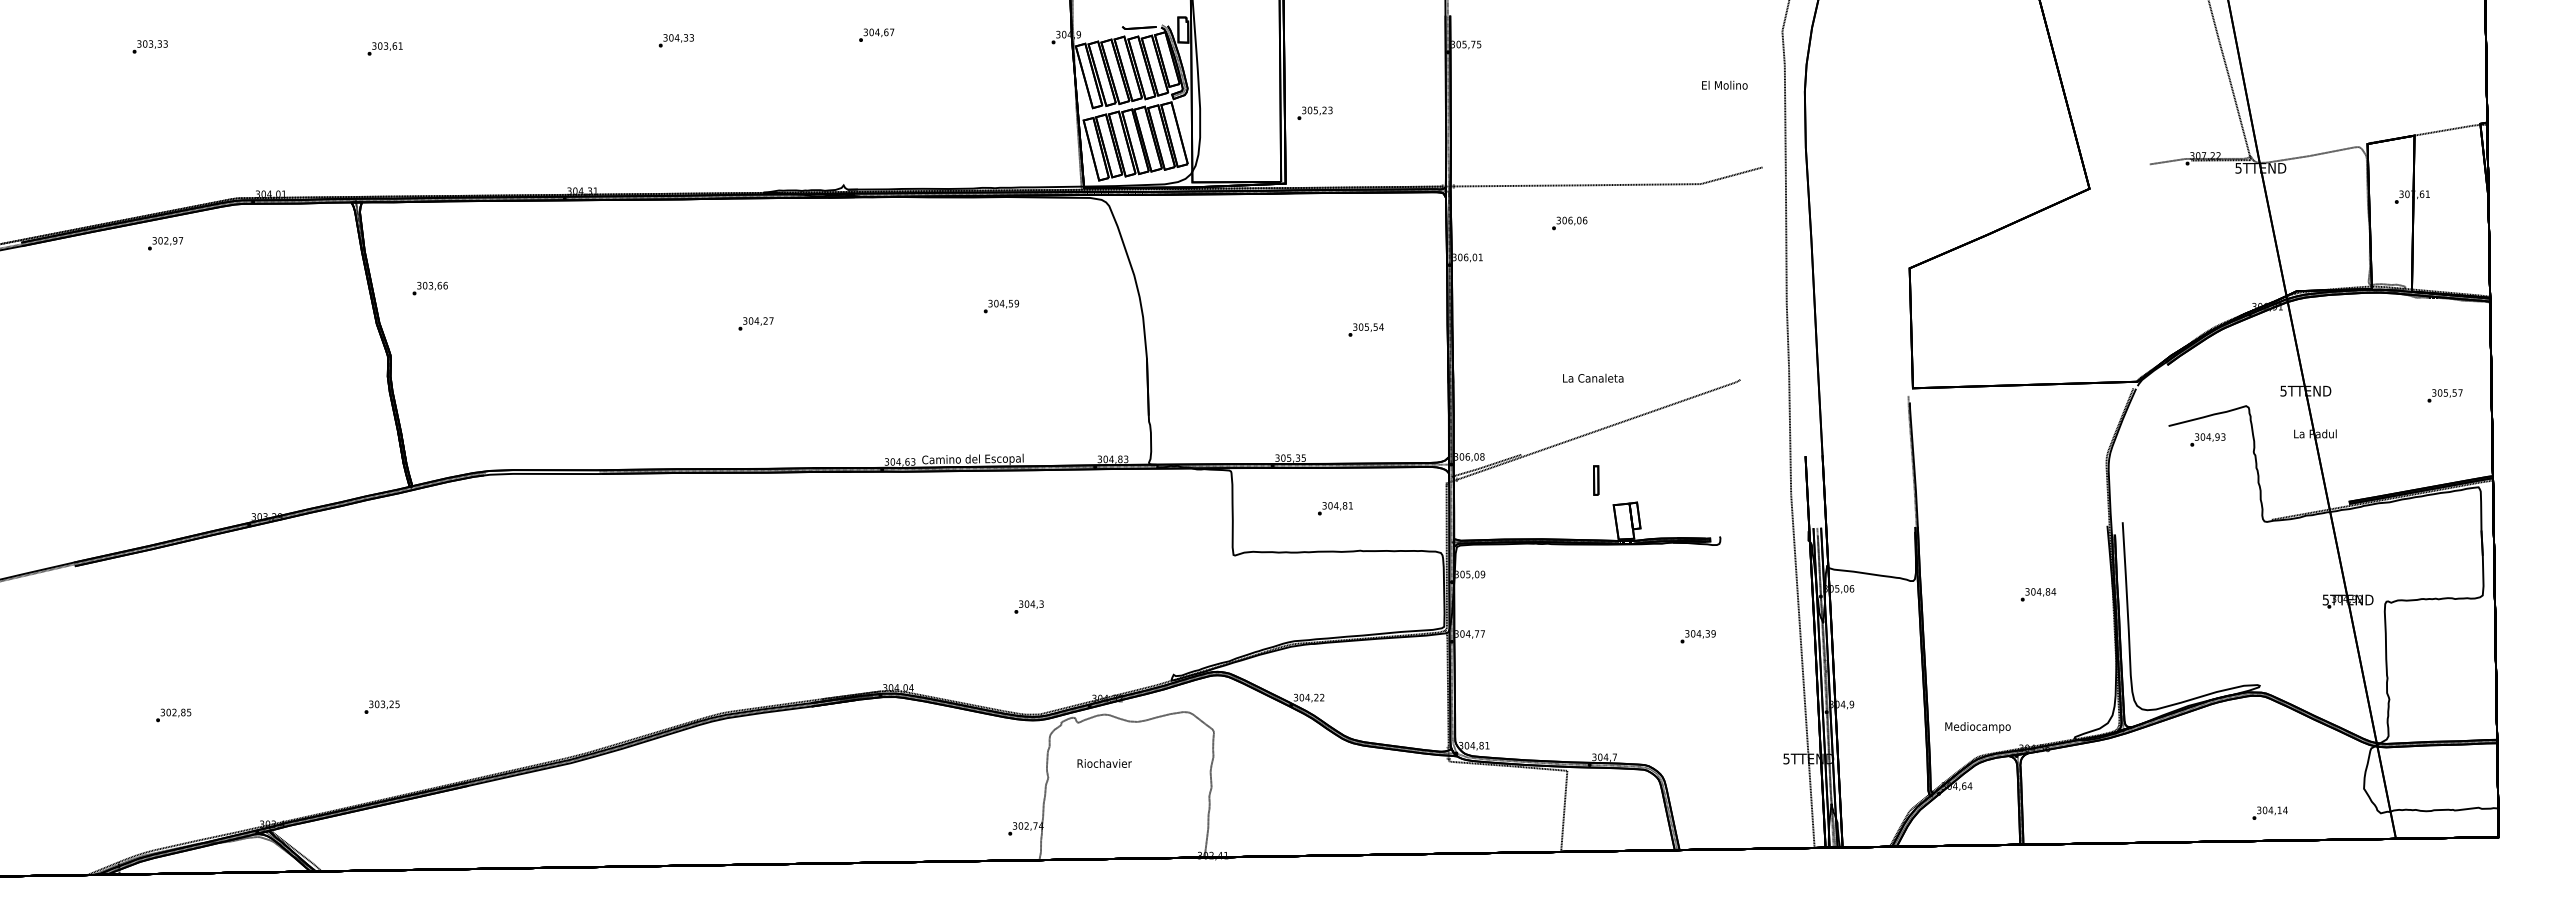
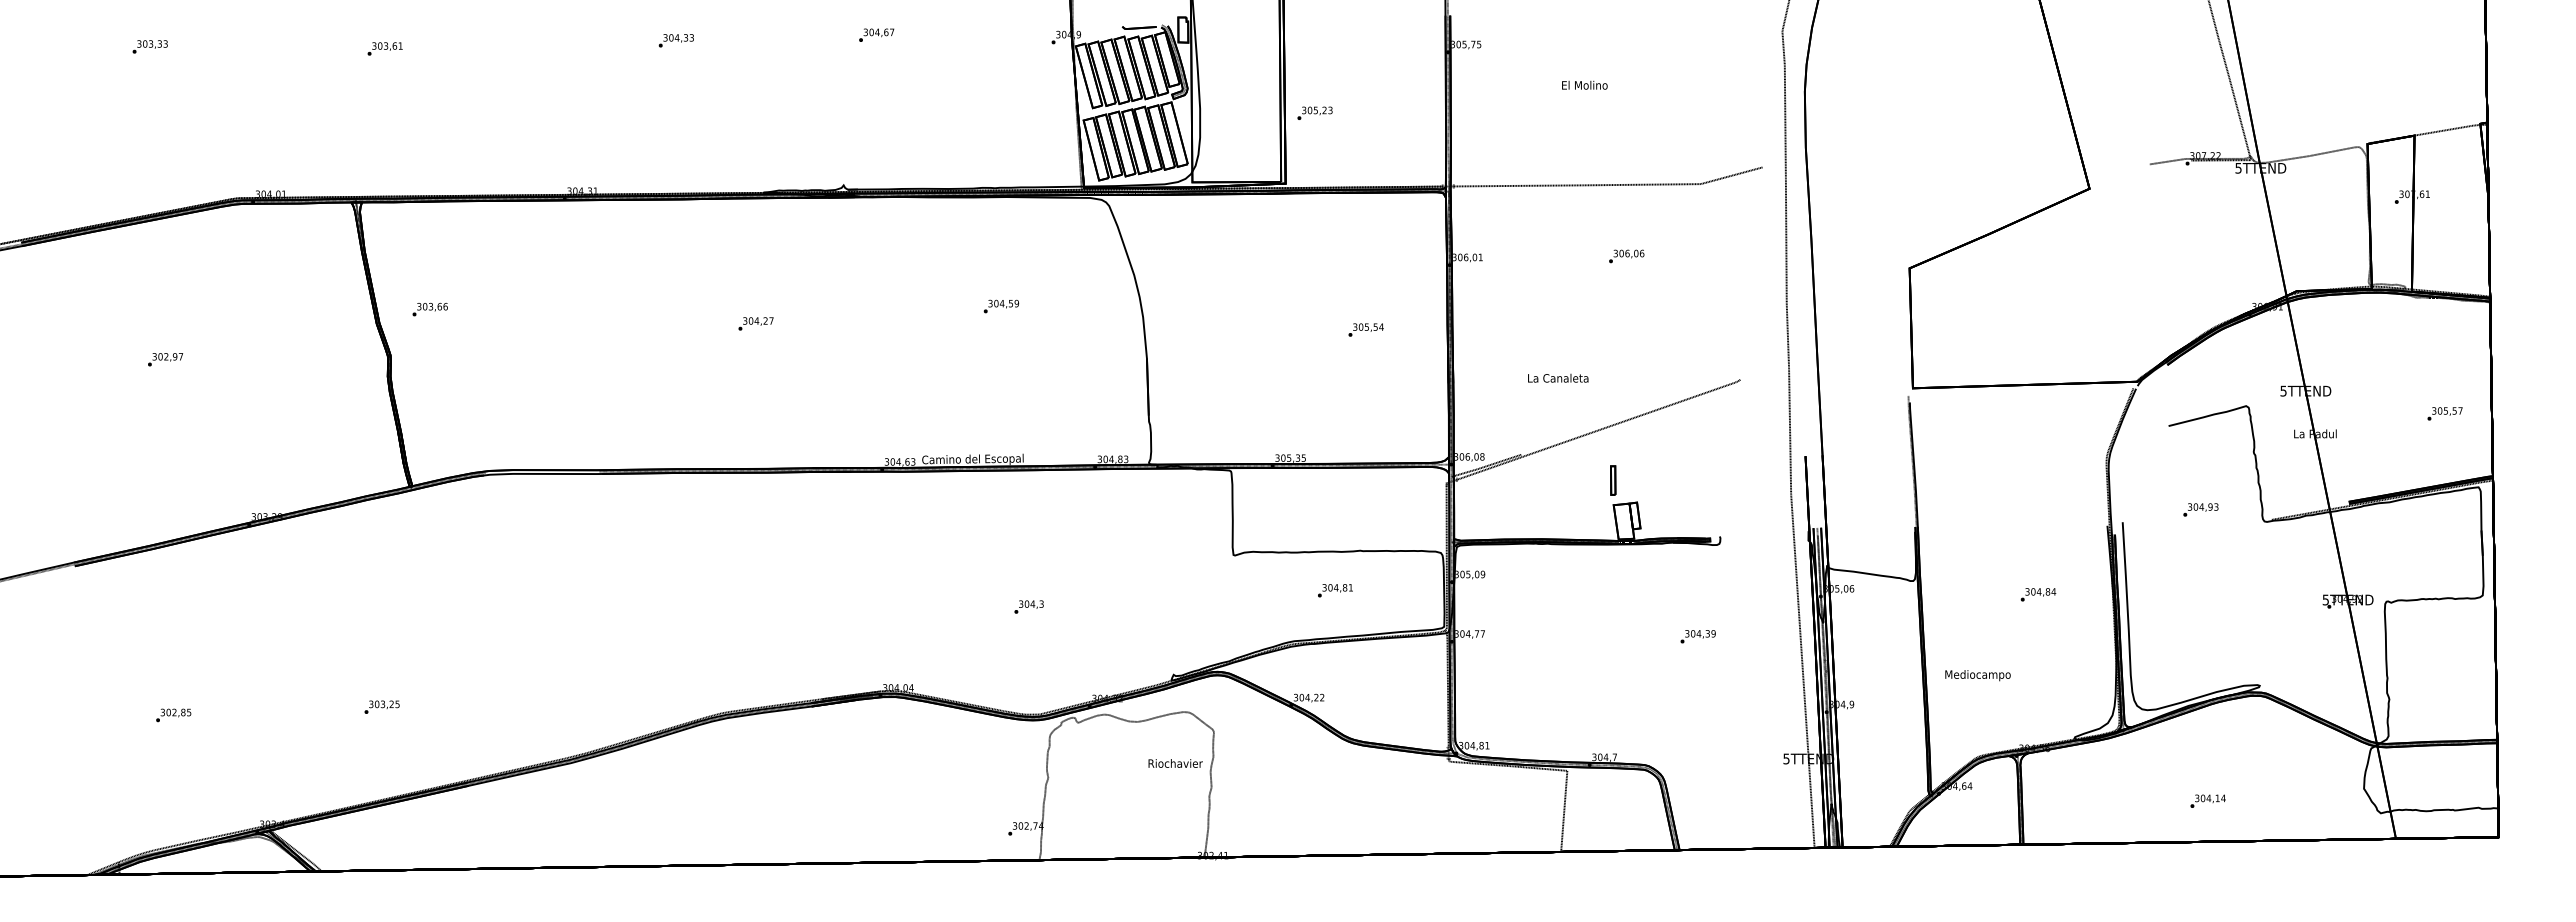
text at (1724, 84) position: (1724, 84) -> (1584, 84)
text at (1569, 223) position: (1569, 223) -> (1626, 256)
text at (165, 243) position: (165, 243) -> (165, 359)
text at (429, 288) position: (429, 288) -> (429, 309)
text at (1593, 377) position: (1593, 377) -> (1558, 377)
text at (2444, 395) position: (2444, 395) -> (2444, 413)
text at (2207, 439) position: (2207, 439) -> (2200, 509)
part at (1596, 480) position: (1596, 480) -> (1613, 480)
text at (1335, 508) position: (1335, 508) -> (1335, 590)
text at (1977, 727) position: (1977, 727) -> (1977, 675)
text at (1104, 763) position: (1104, 763) -> (1175, 763)
text at (2269, 812) position: (2269, 812) -> (2207, 800)
